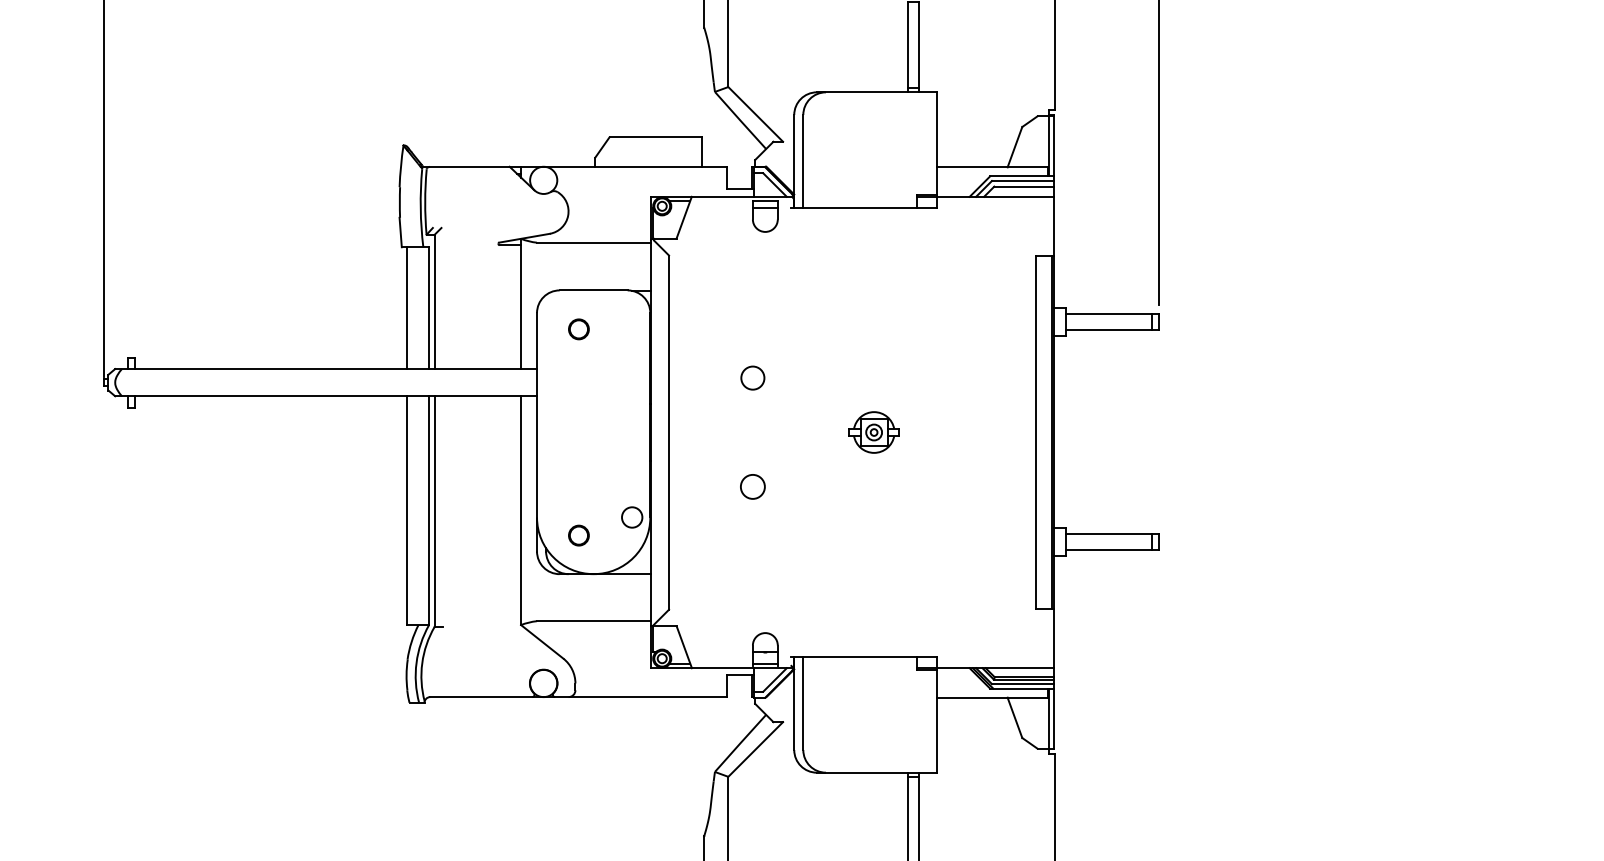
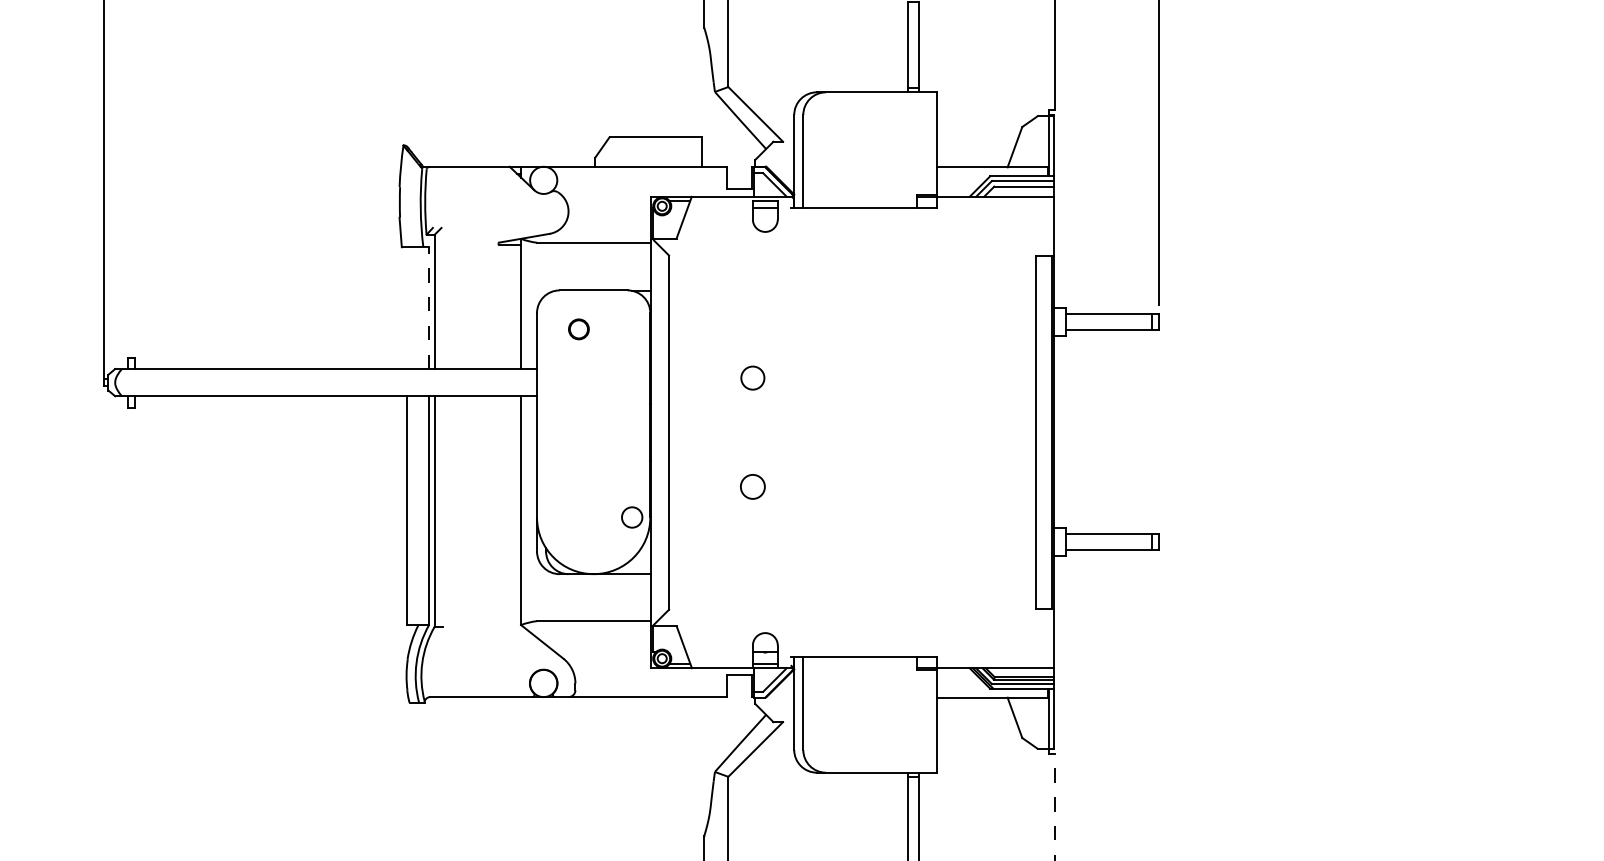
line at (407, 308): present -> none
line at (429, 308): solid -> dashed
part at (873, 432): present -> none
part at (578, 535): present -> none
line at (1055, 806): solid -> dashed
